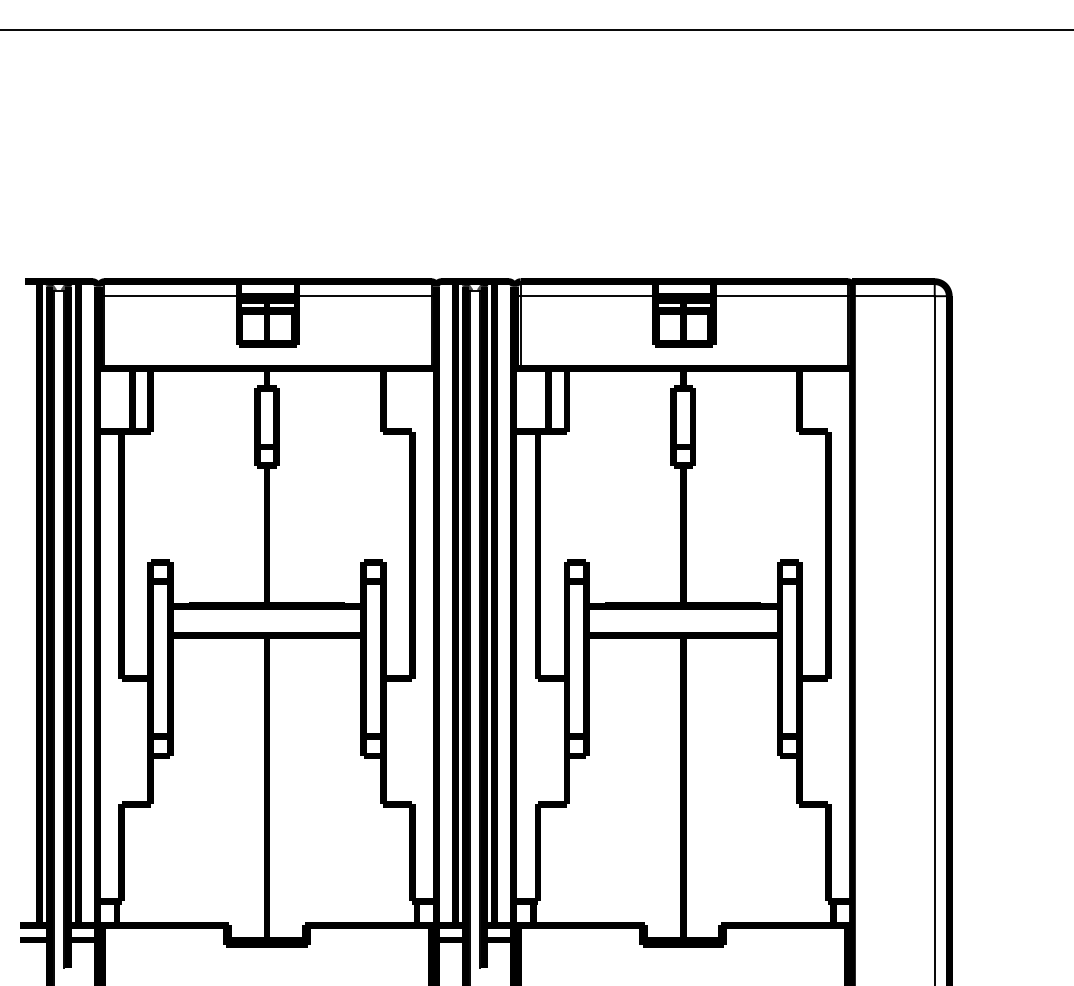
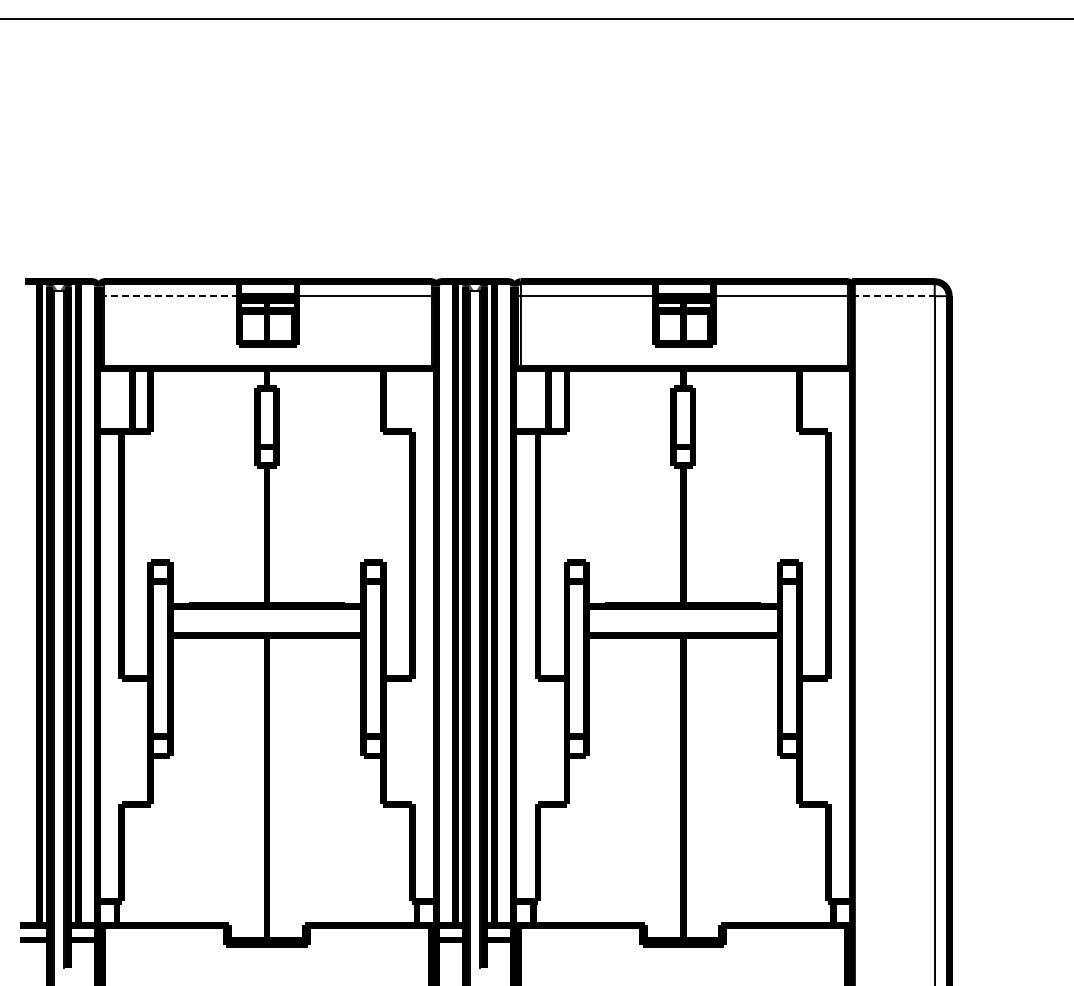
line at (536, 29) position: (536, 29) -> (536, 18)
line at (171, 296): solid -> dashed
line at (894, 296): solid -> dashed
